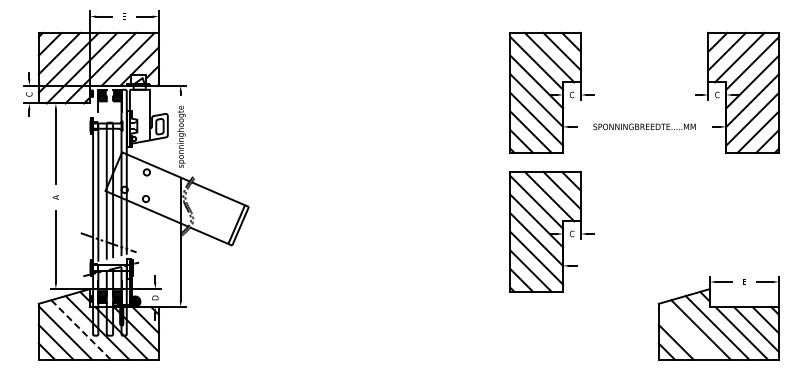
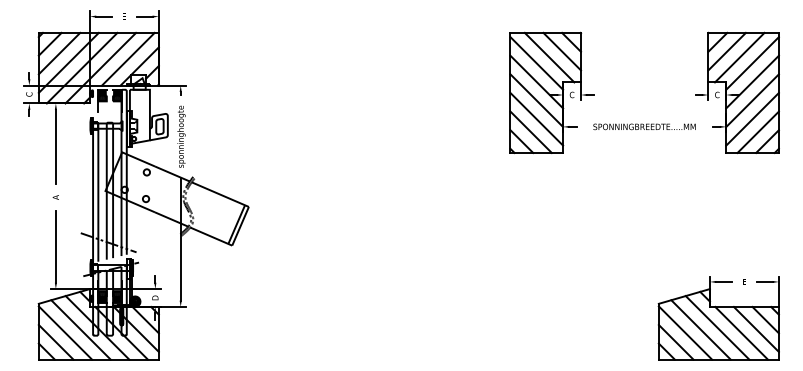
part at (551, 231): present -> none
line at (80, 329): dashed -> solid
line at (685, 332): none -> present
